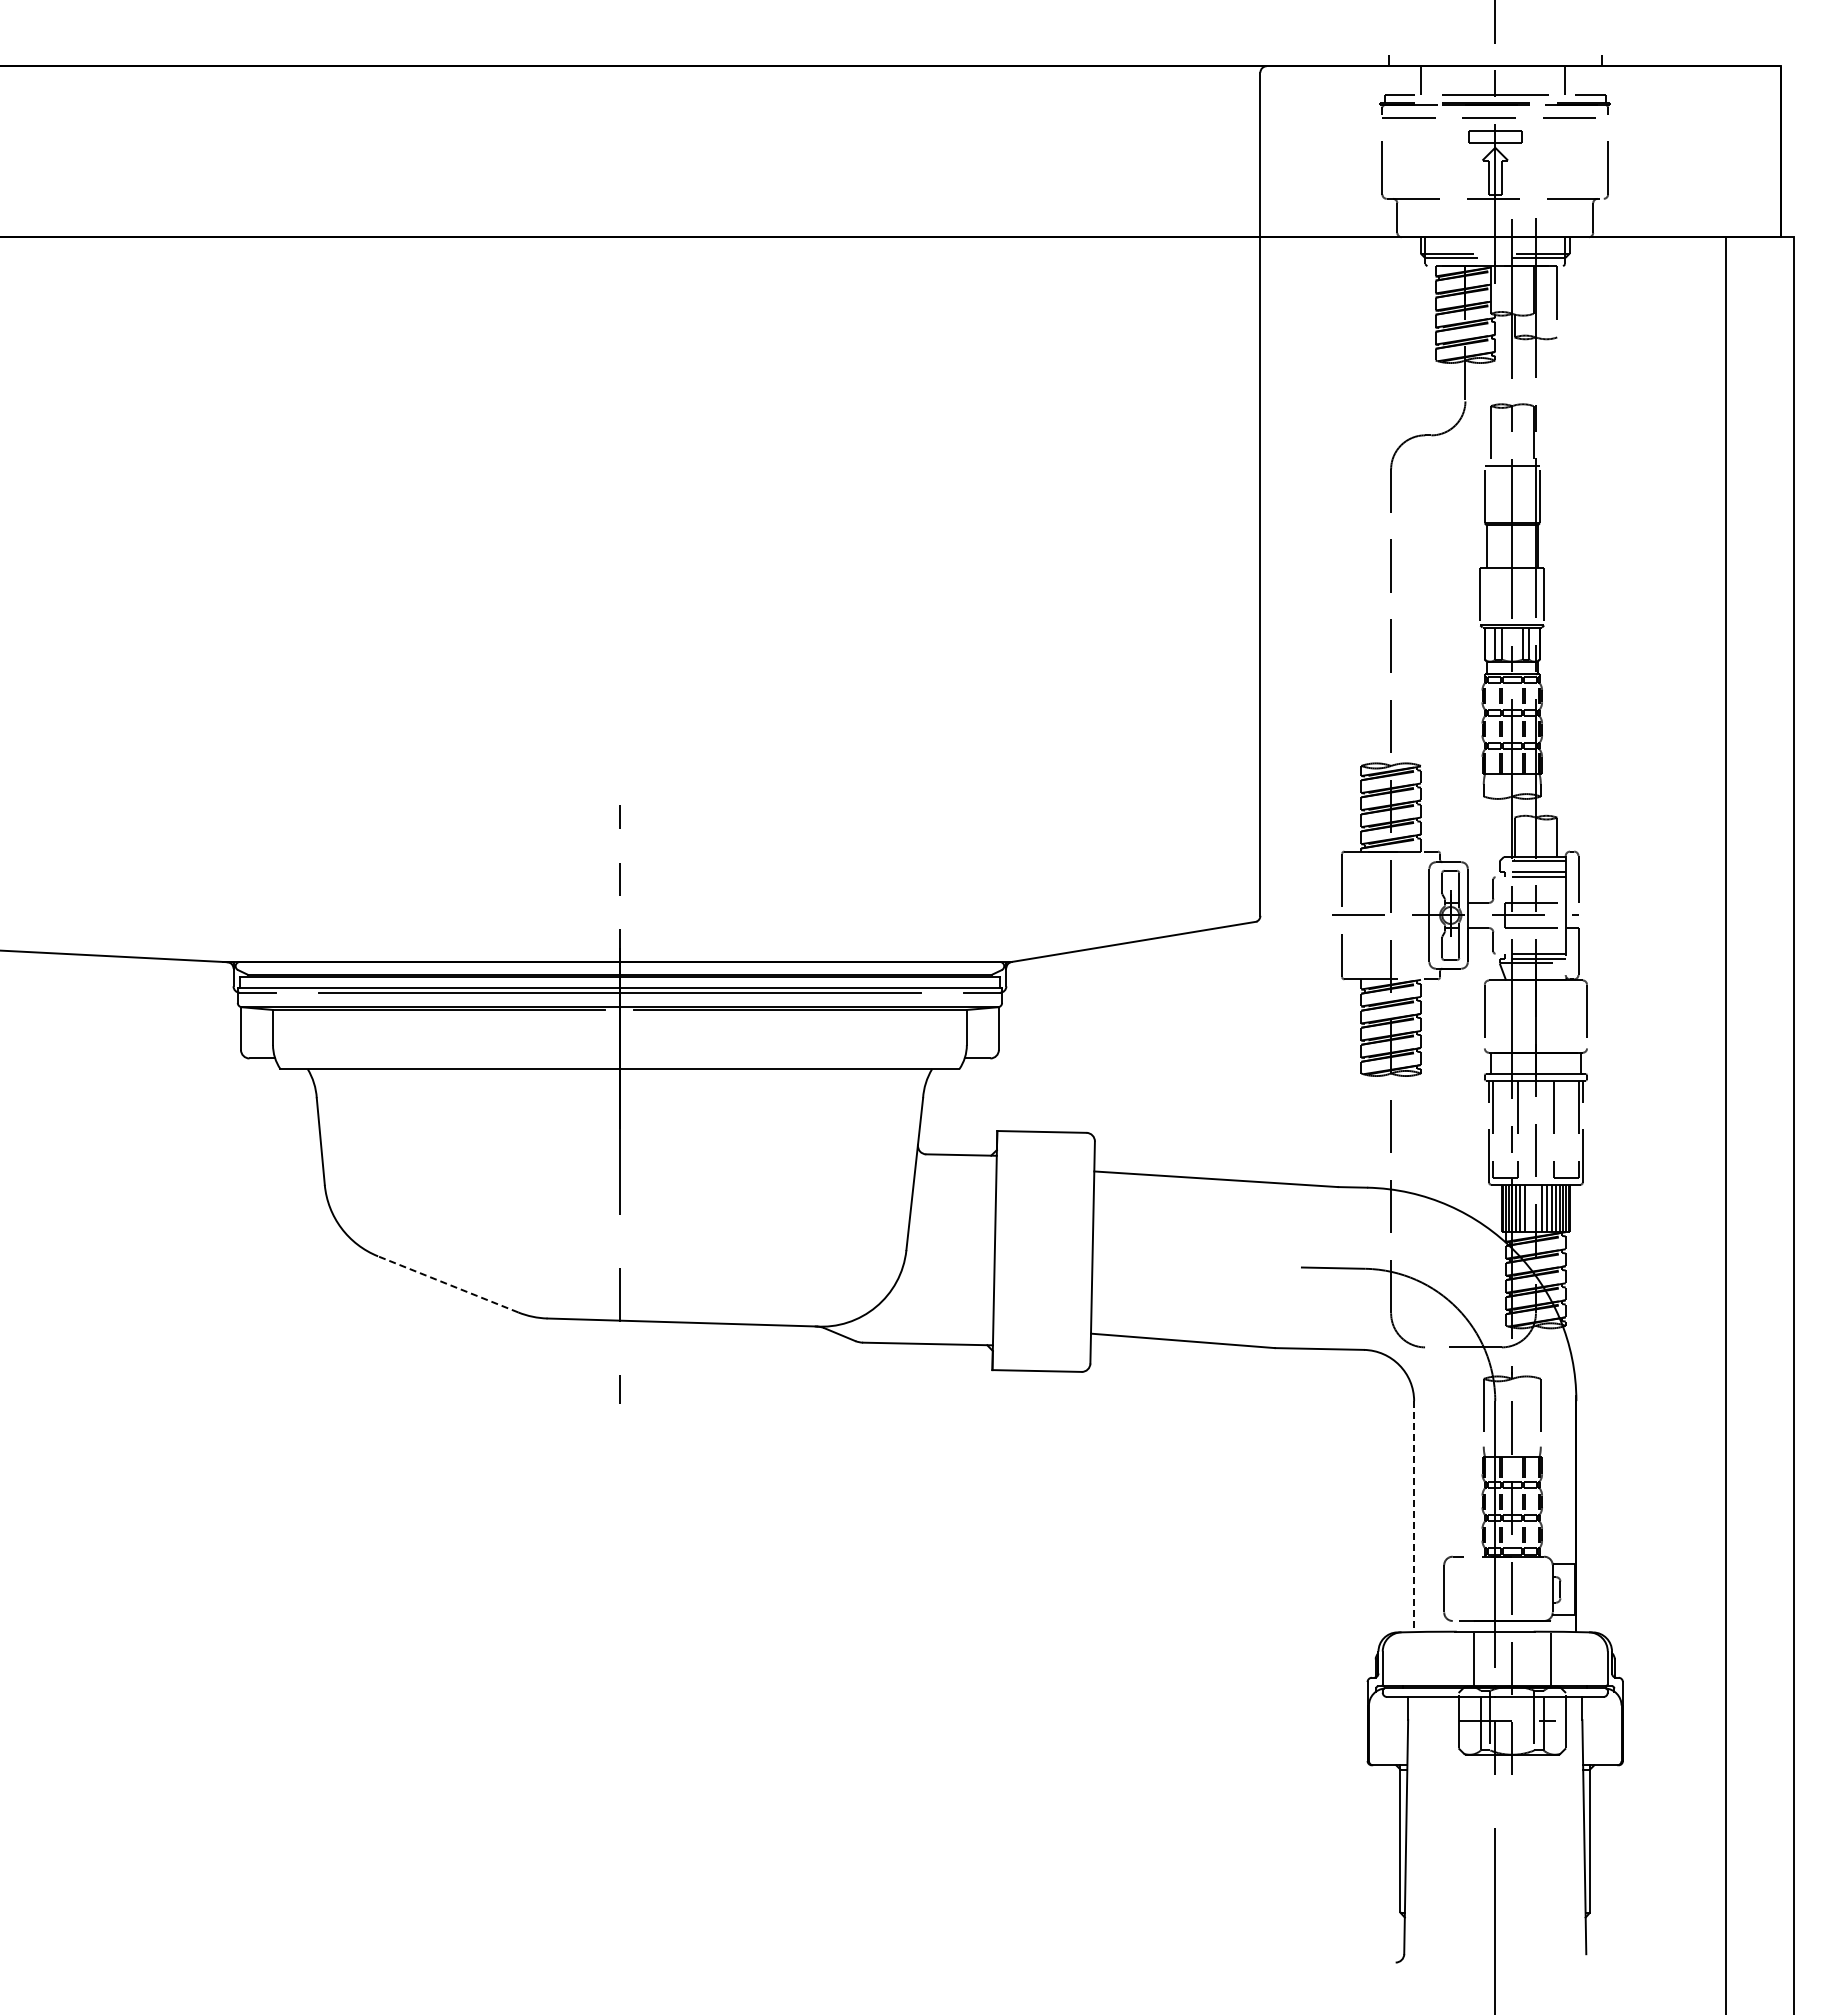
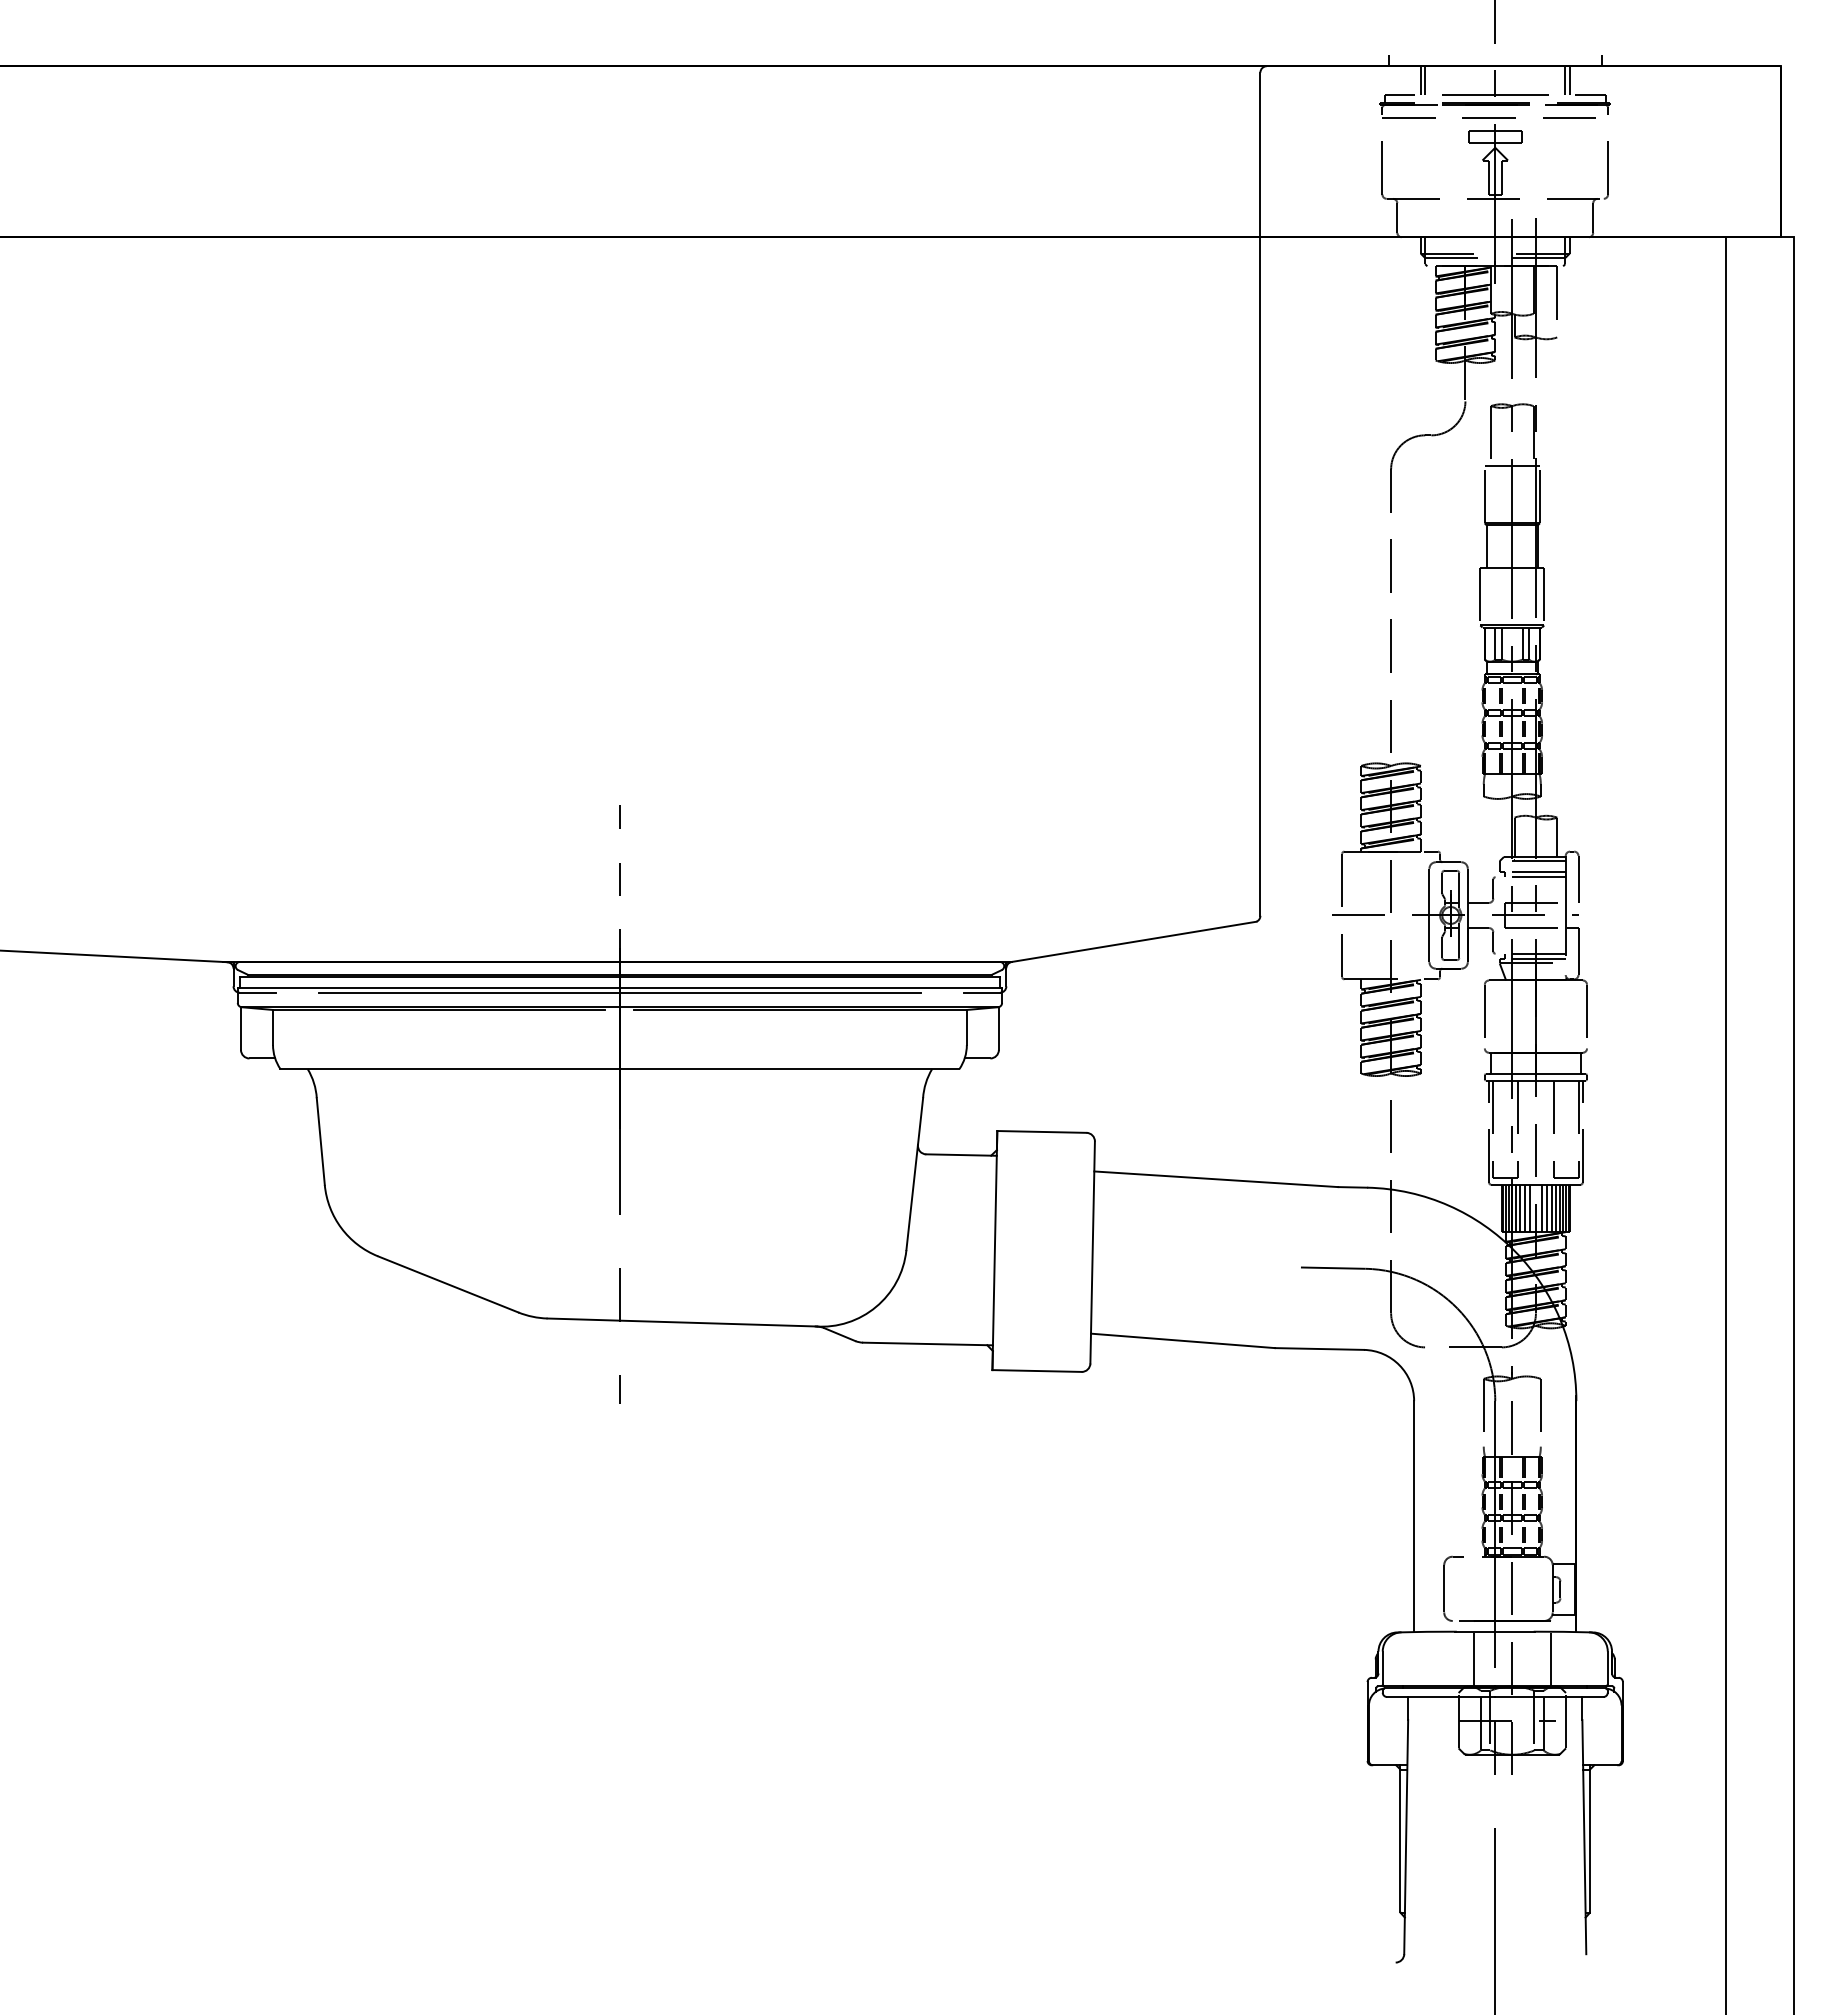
line at (1425, 80): none -> present
line at (1569, 80): none -> present
line at (1529, 1207): none -> present
line at (448, 1284): dashed -> solid
line at (1414, 1517): dashed -> solid
